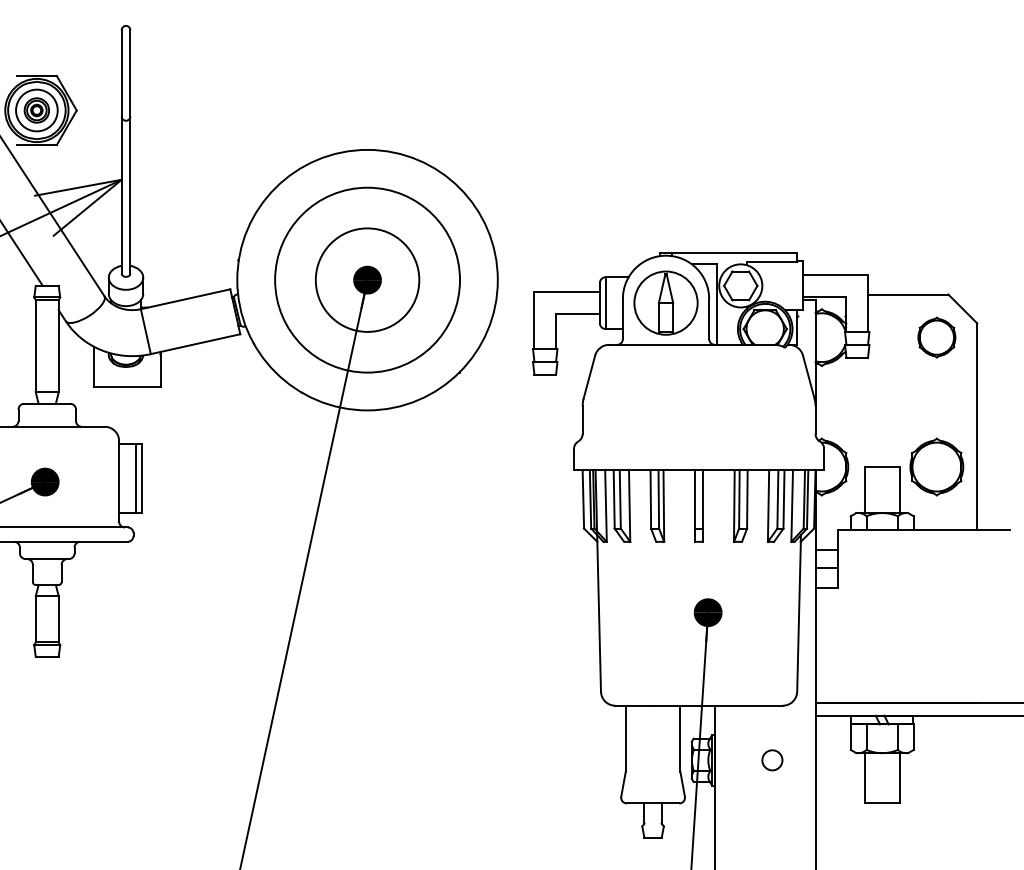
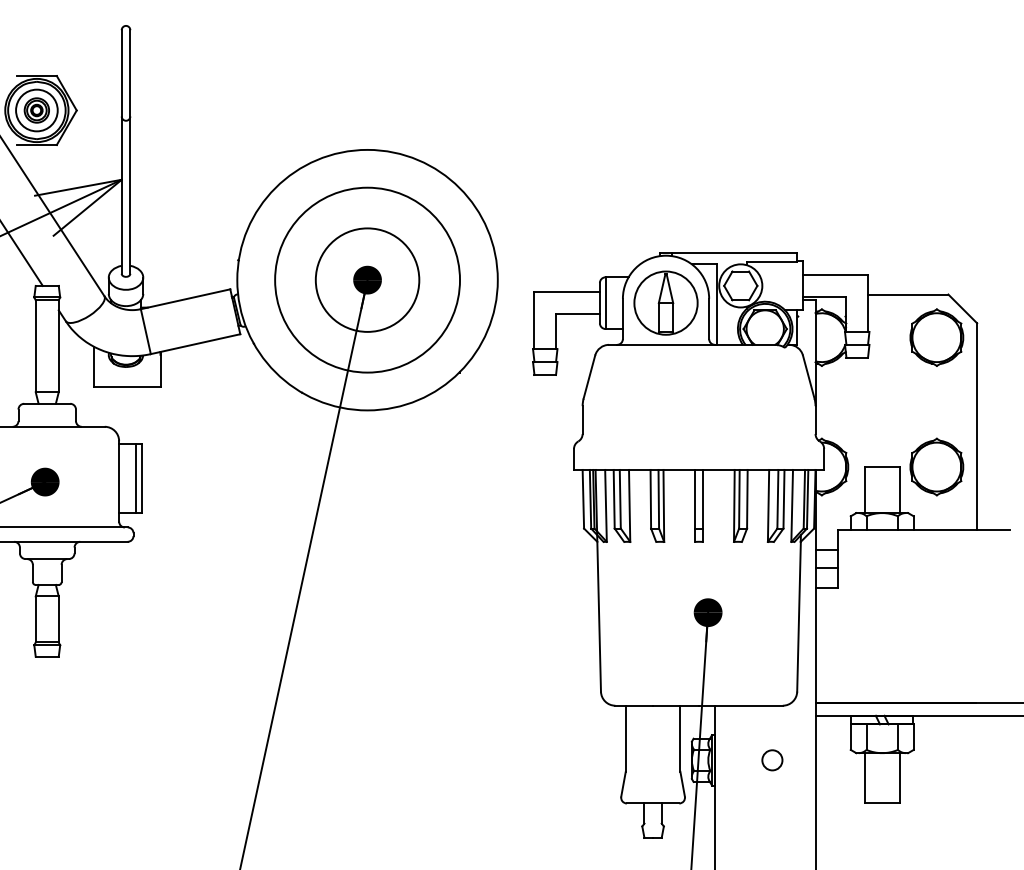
part at (936, 337) size: 40x43 px -> 56x59 px
